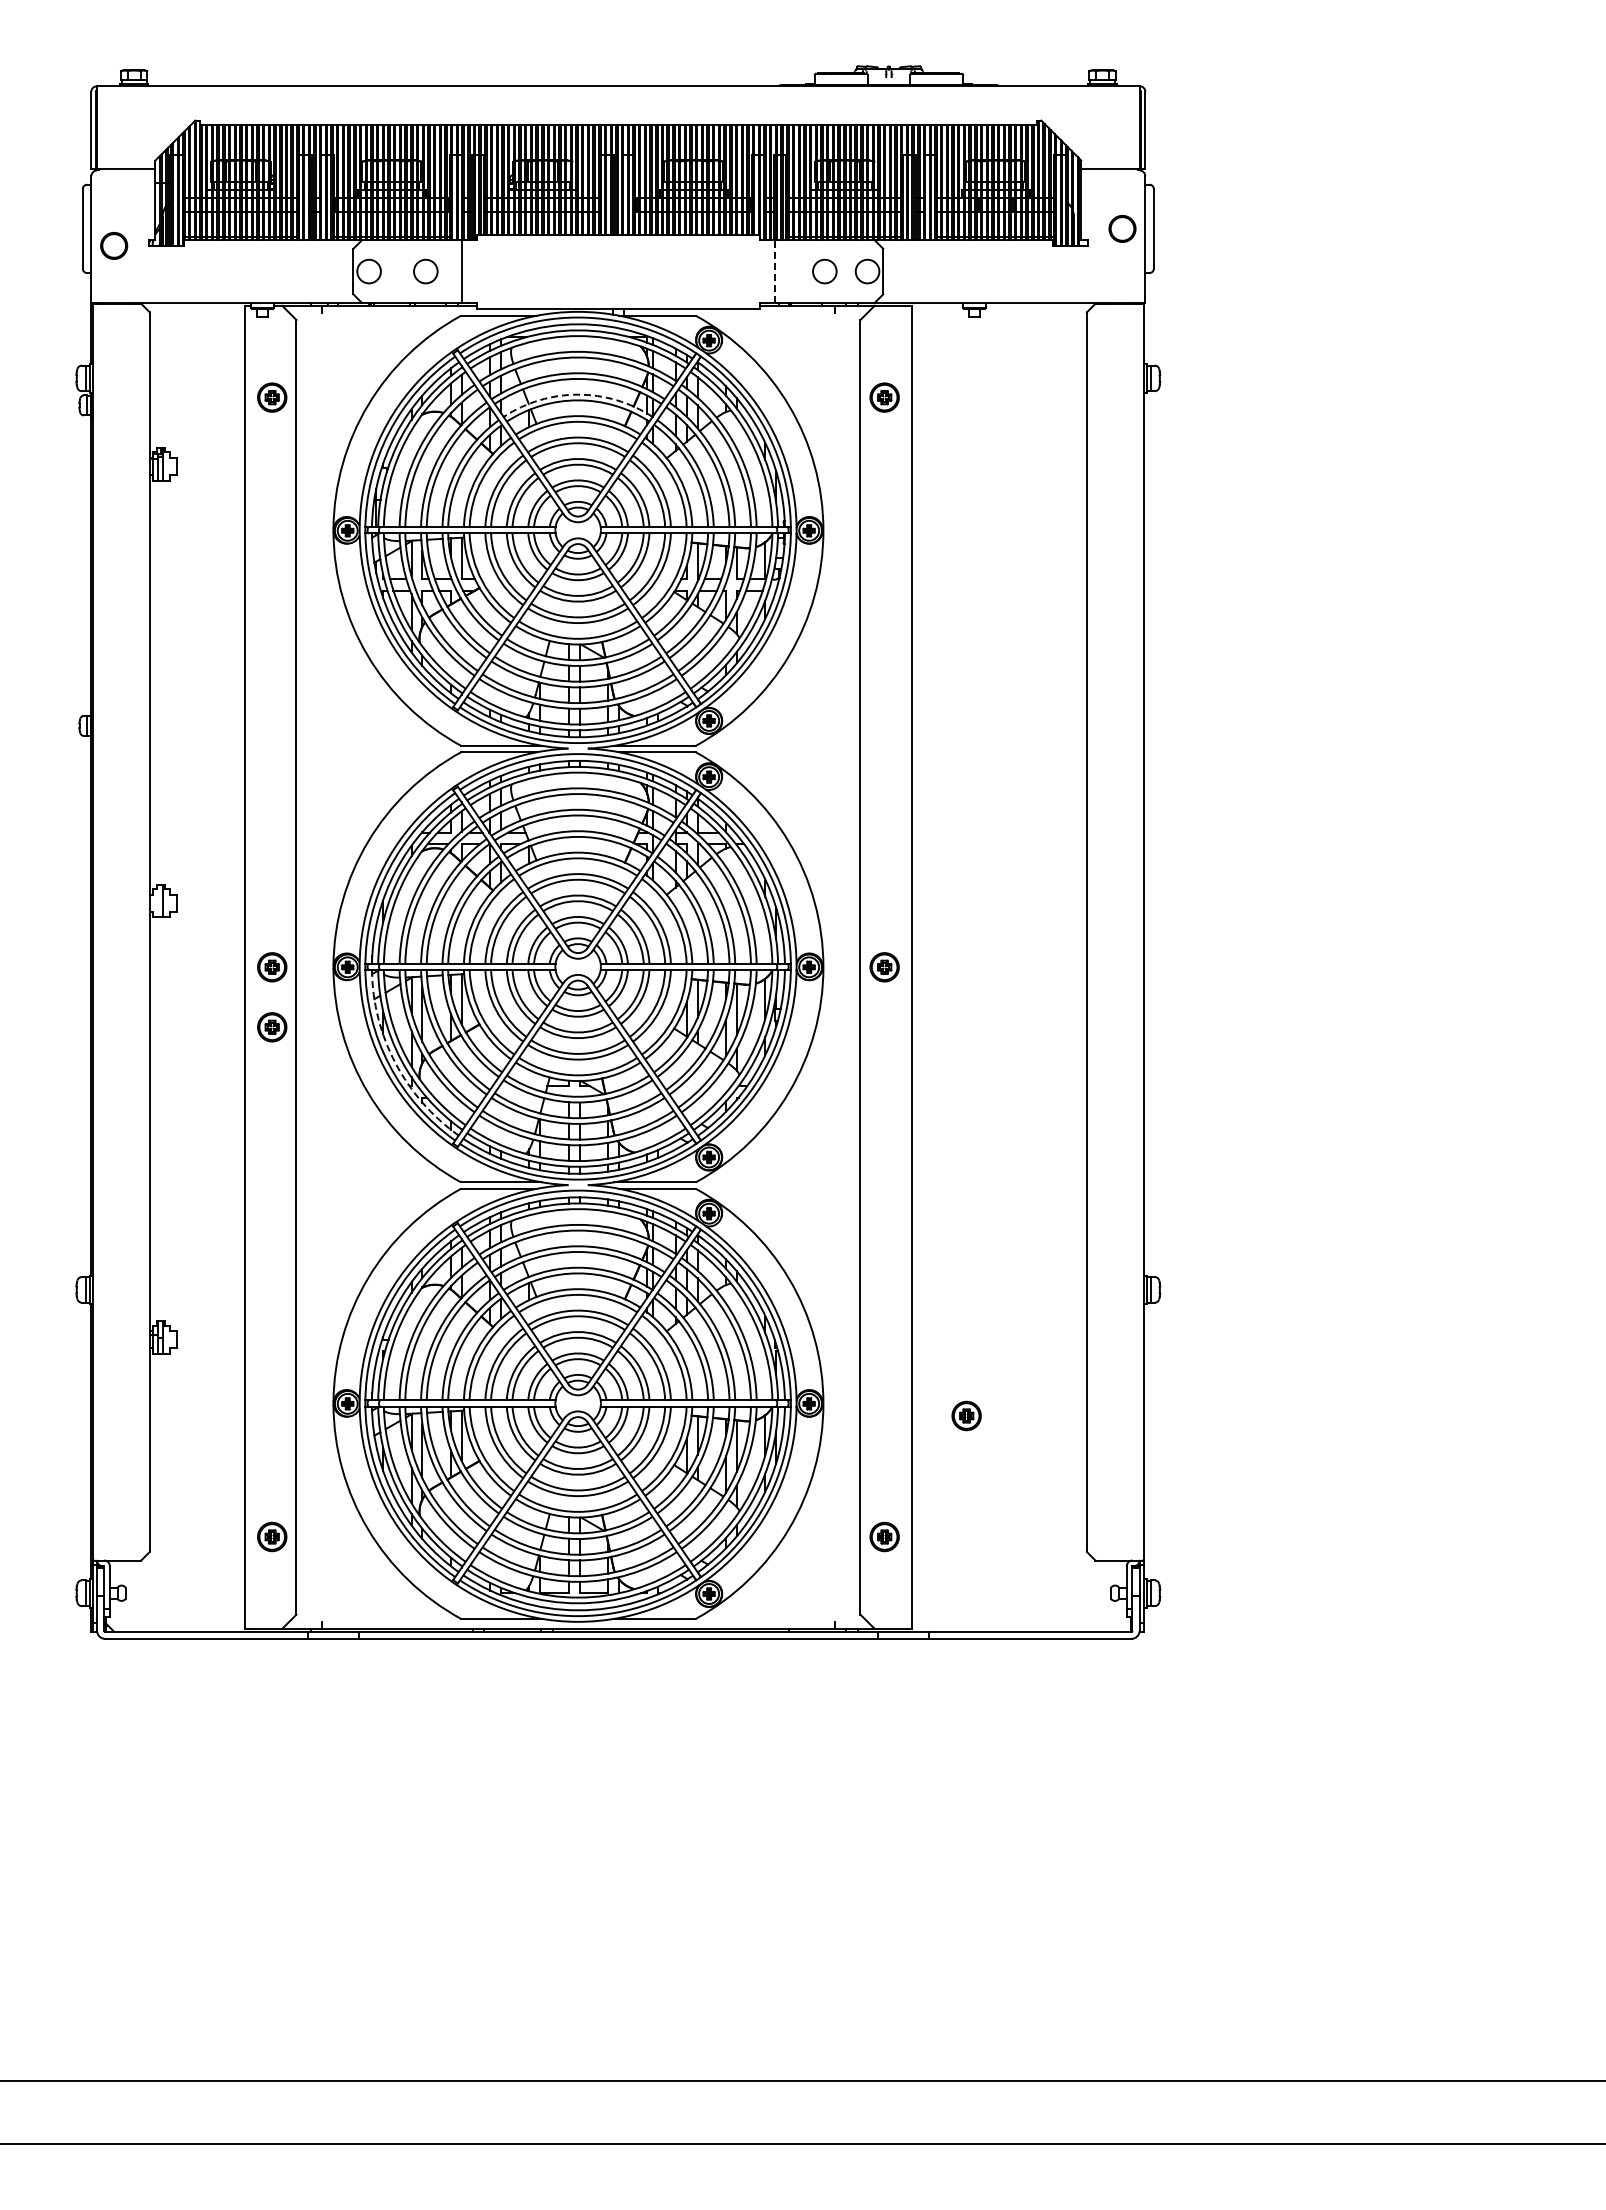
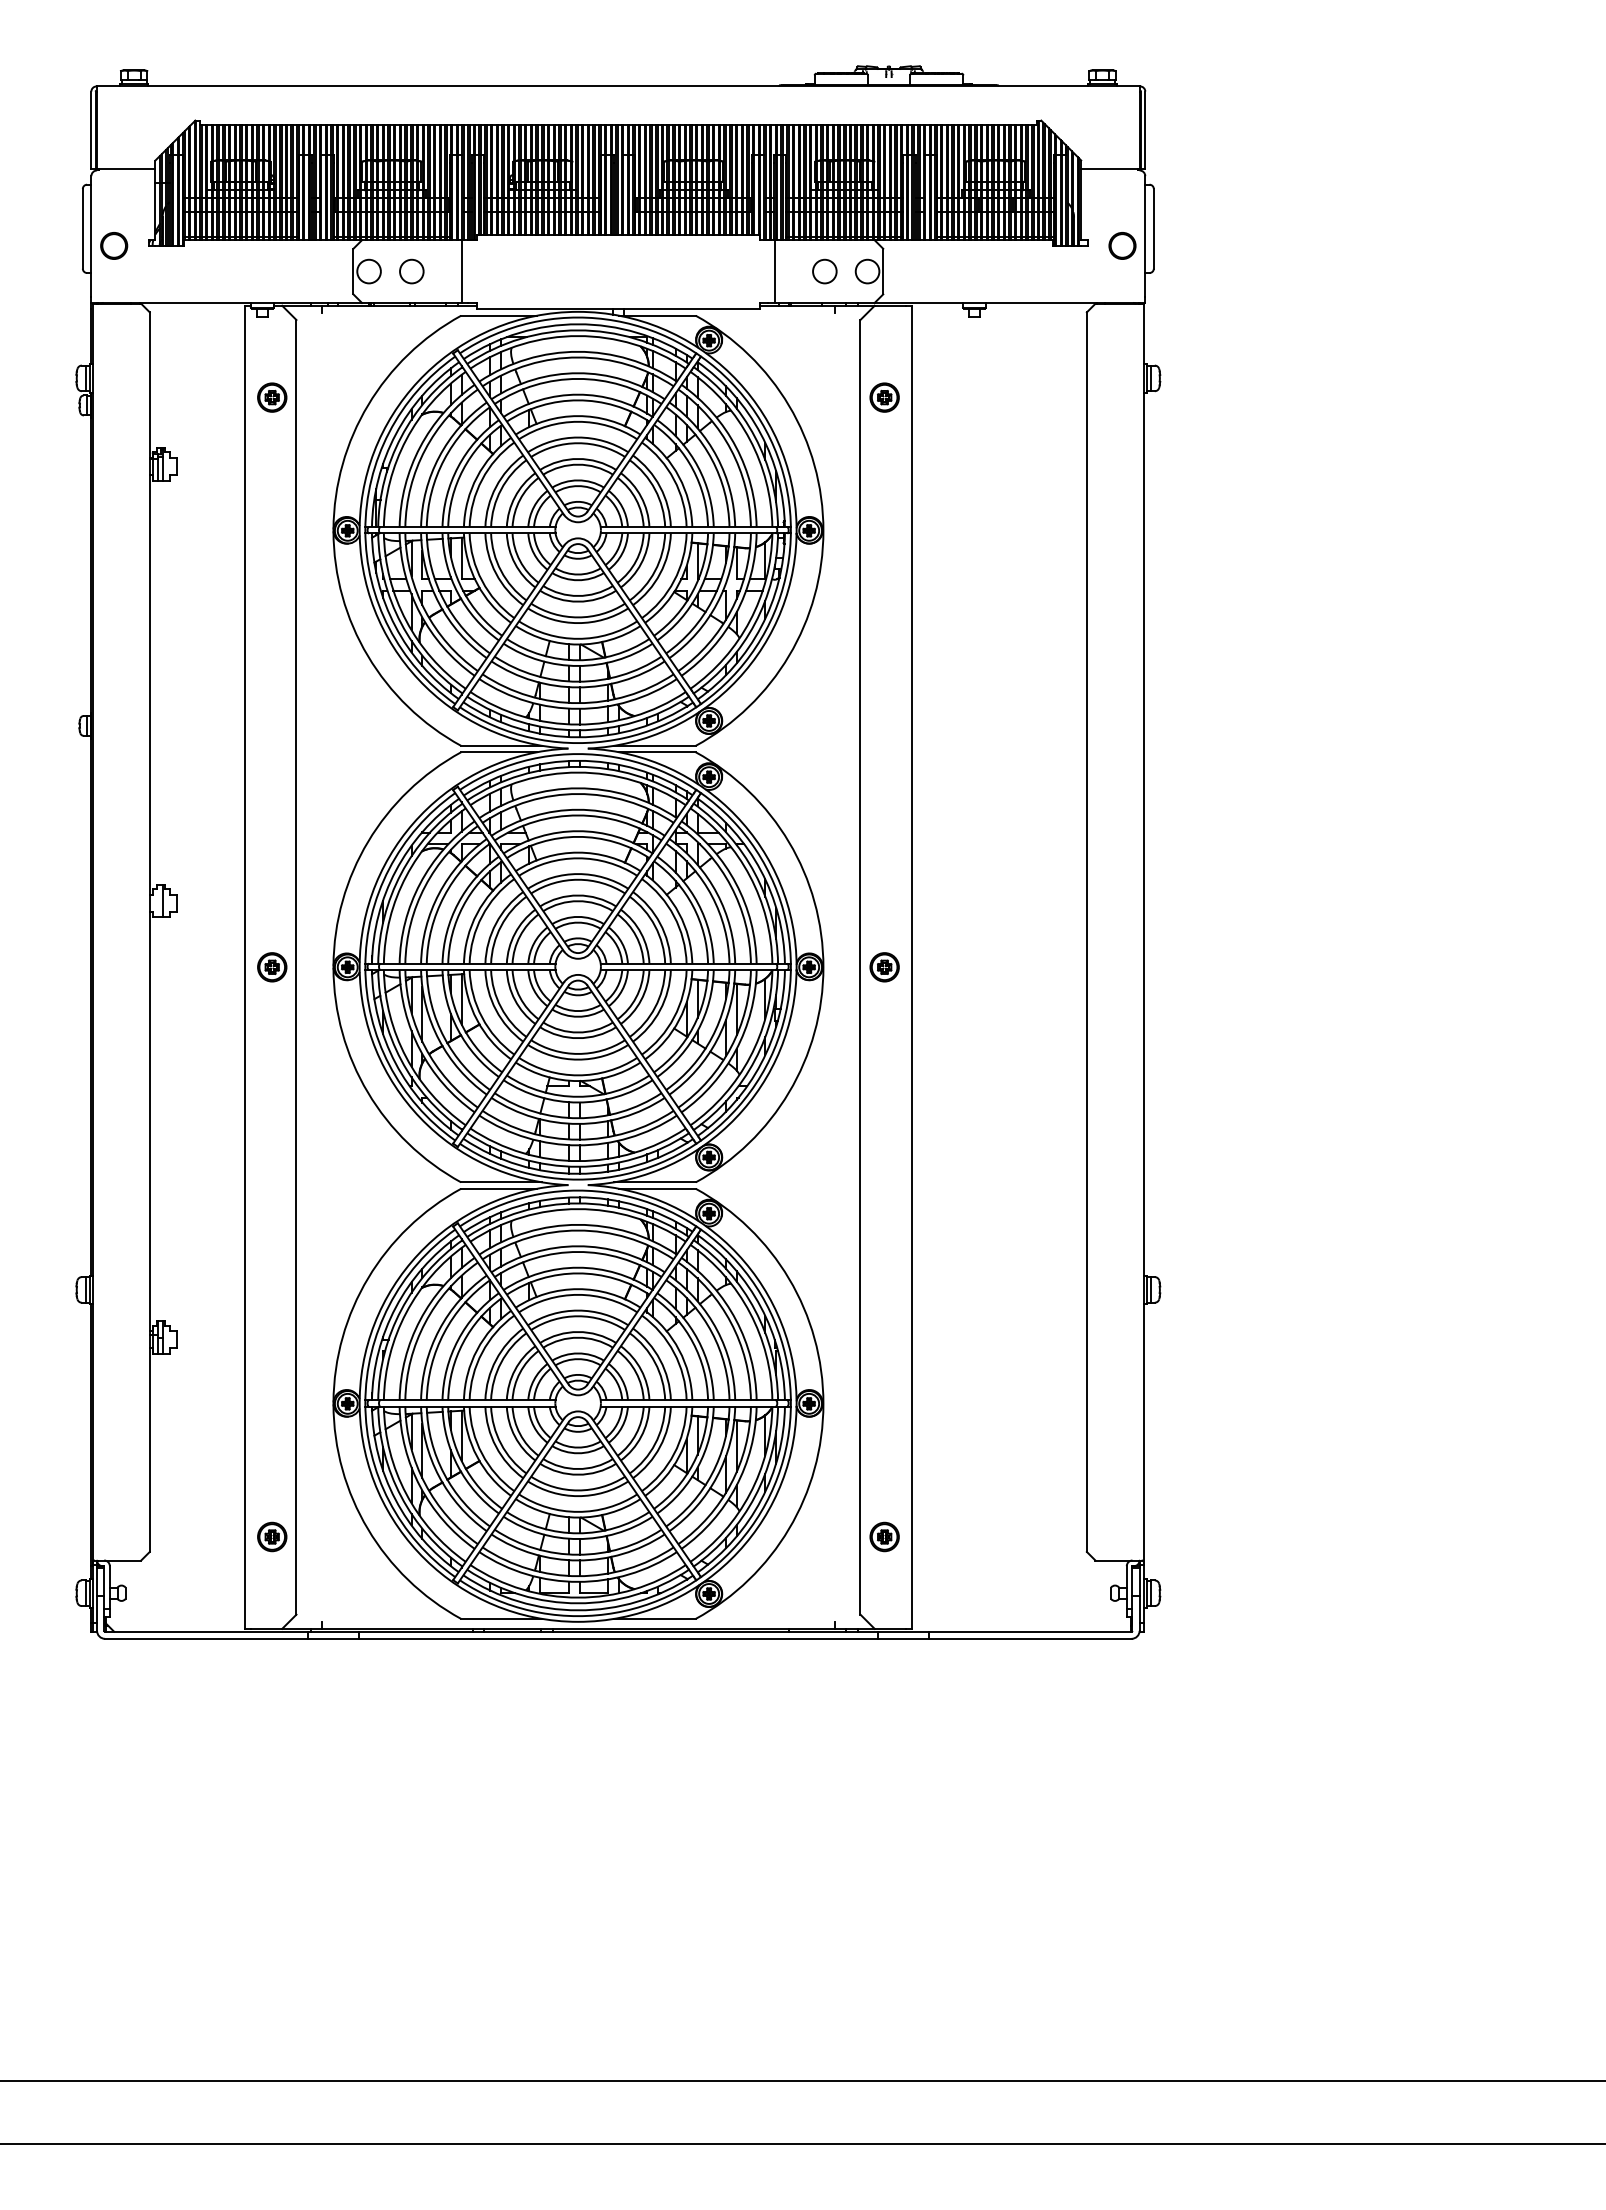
circle at (1122, 228) position: (1122, 228) -> (1122, 245)
circle at (425, 271) position: (425, 271) -> (411, 271)
line at (775, 271): dashed -> solid
arc at (578, 394): dashed -> solid
part at (272, 1027): present -> none
arc at (395, 1063): dashed -> solid
part at (966, 1415): present -> none
